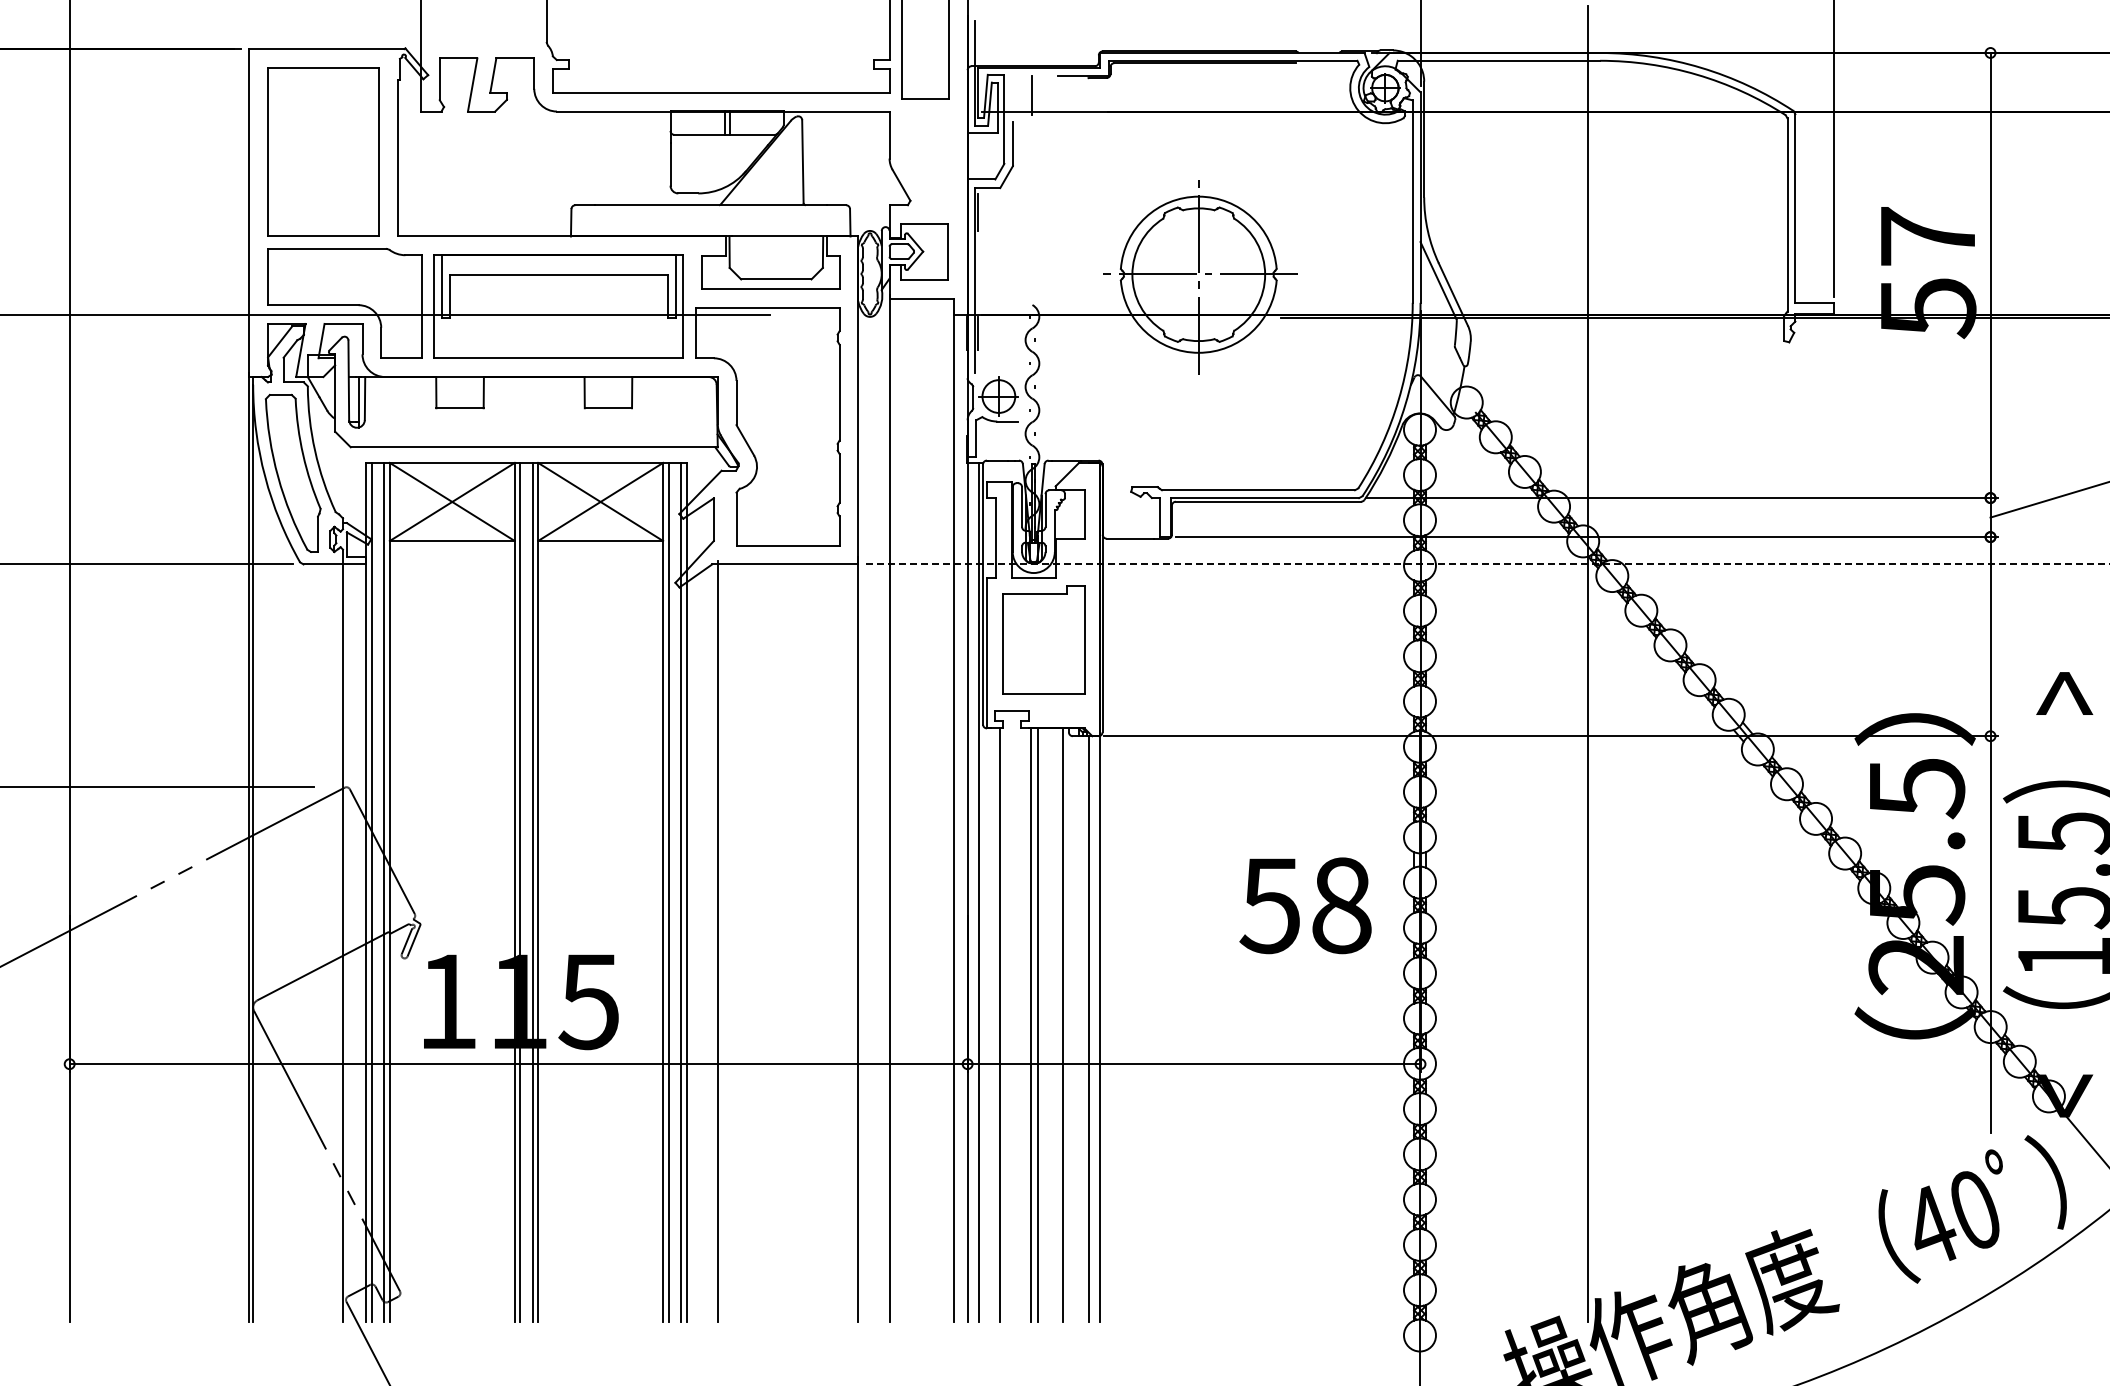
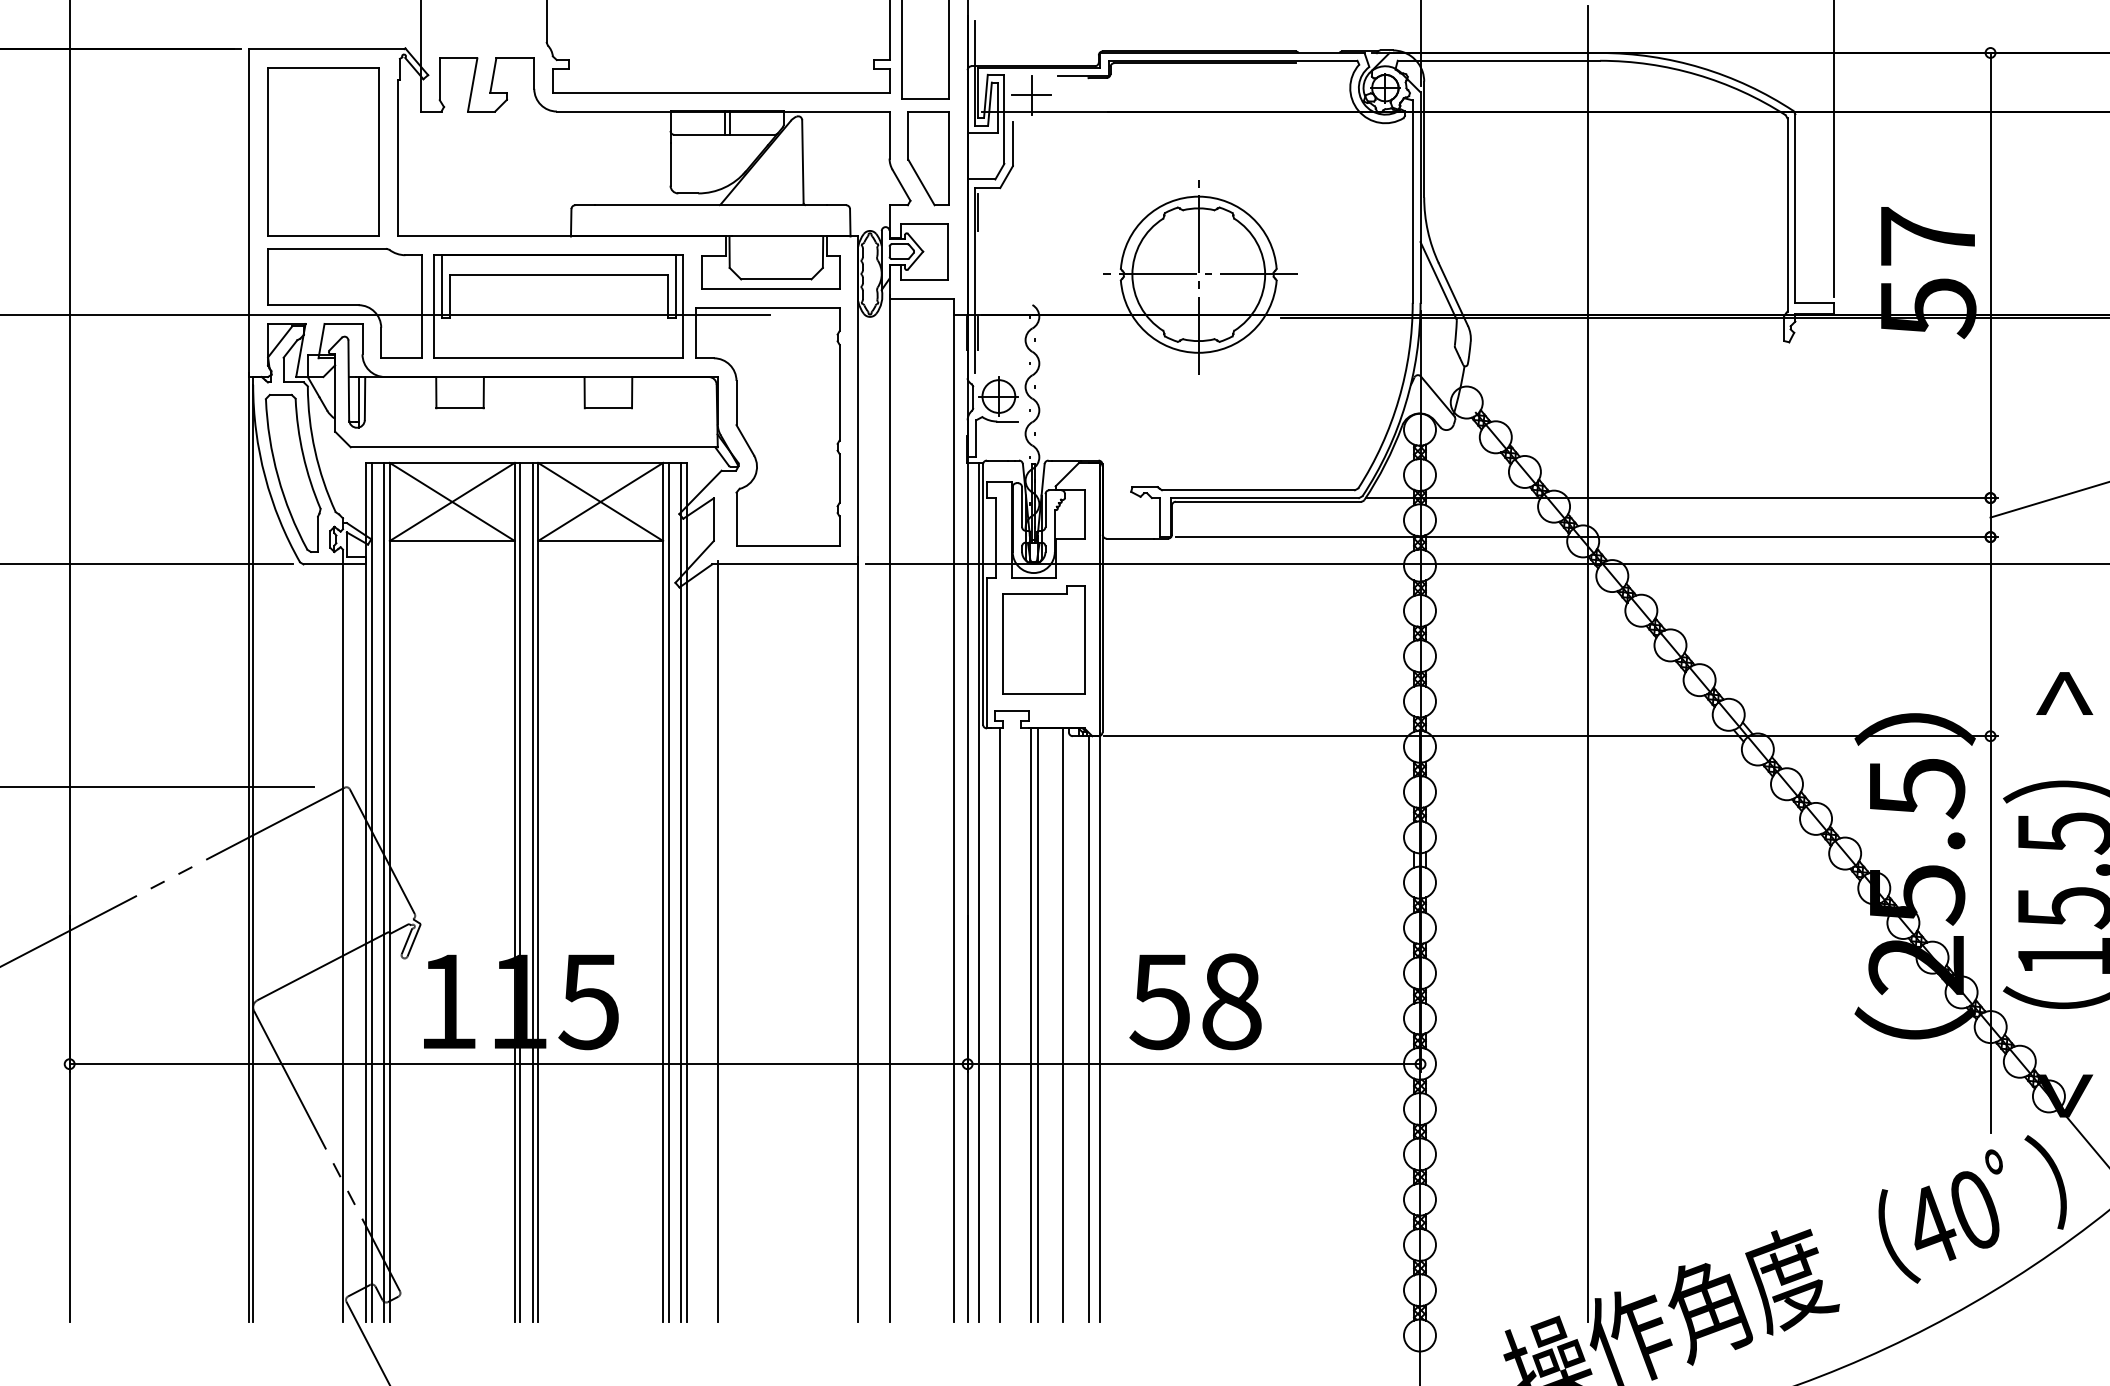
line at (1031, 95): none -> present
part at (928, 158): none -> present
line at (1488, 564): dashed -> solid
text at (1305, 905) position: (1305, 905) -> (1195, 1001)
